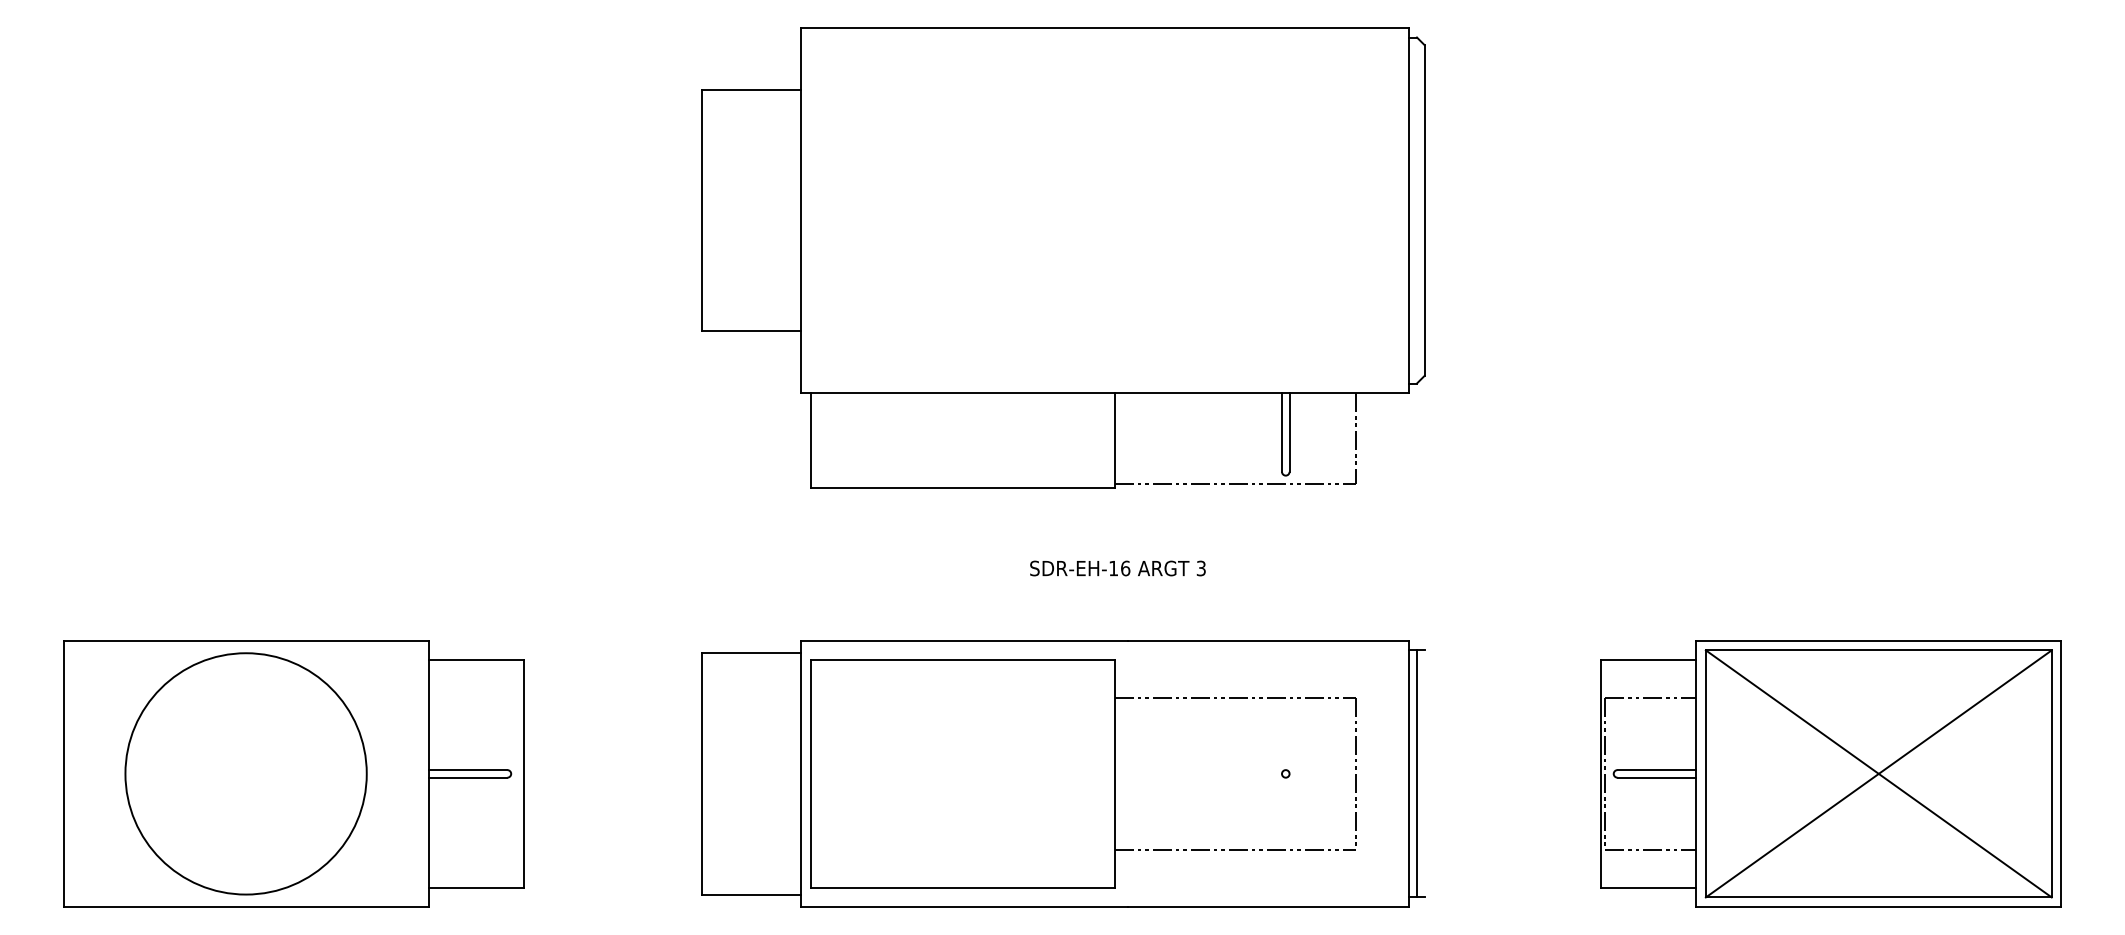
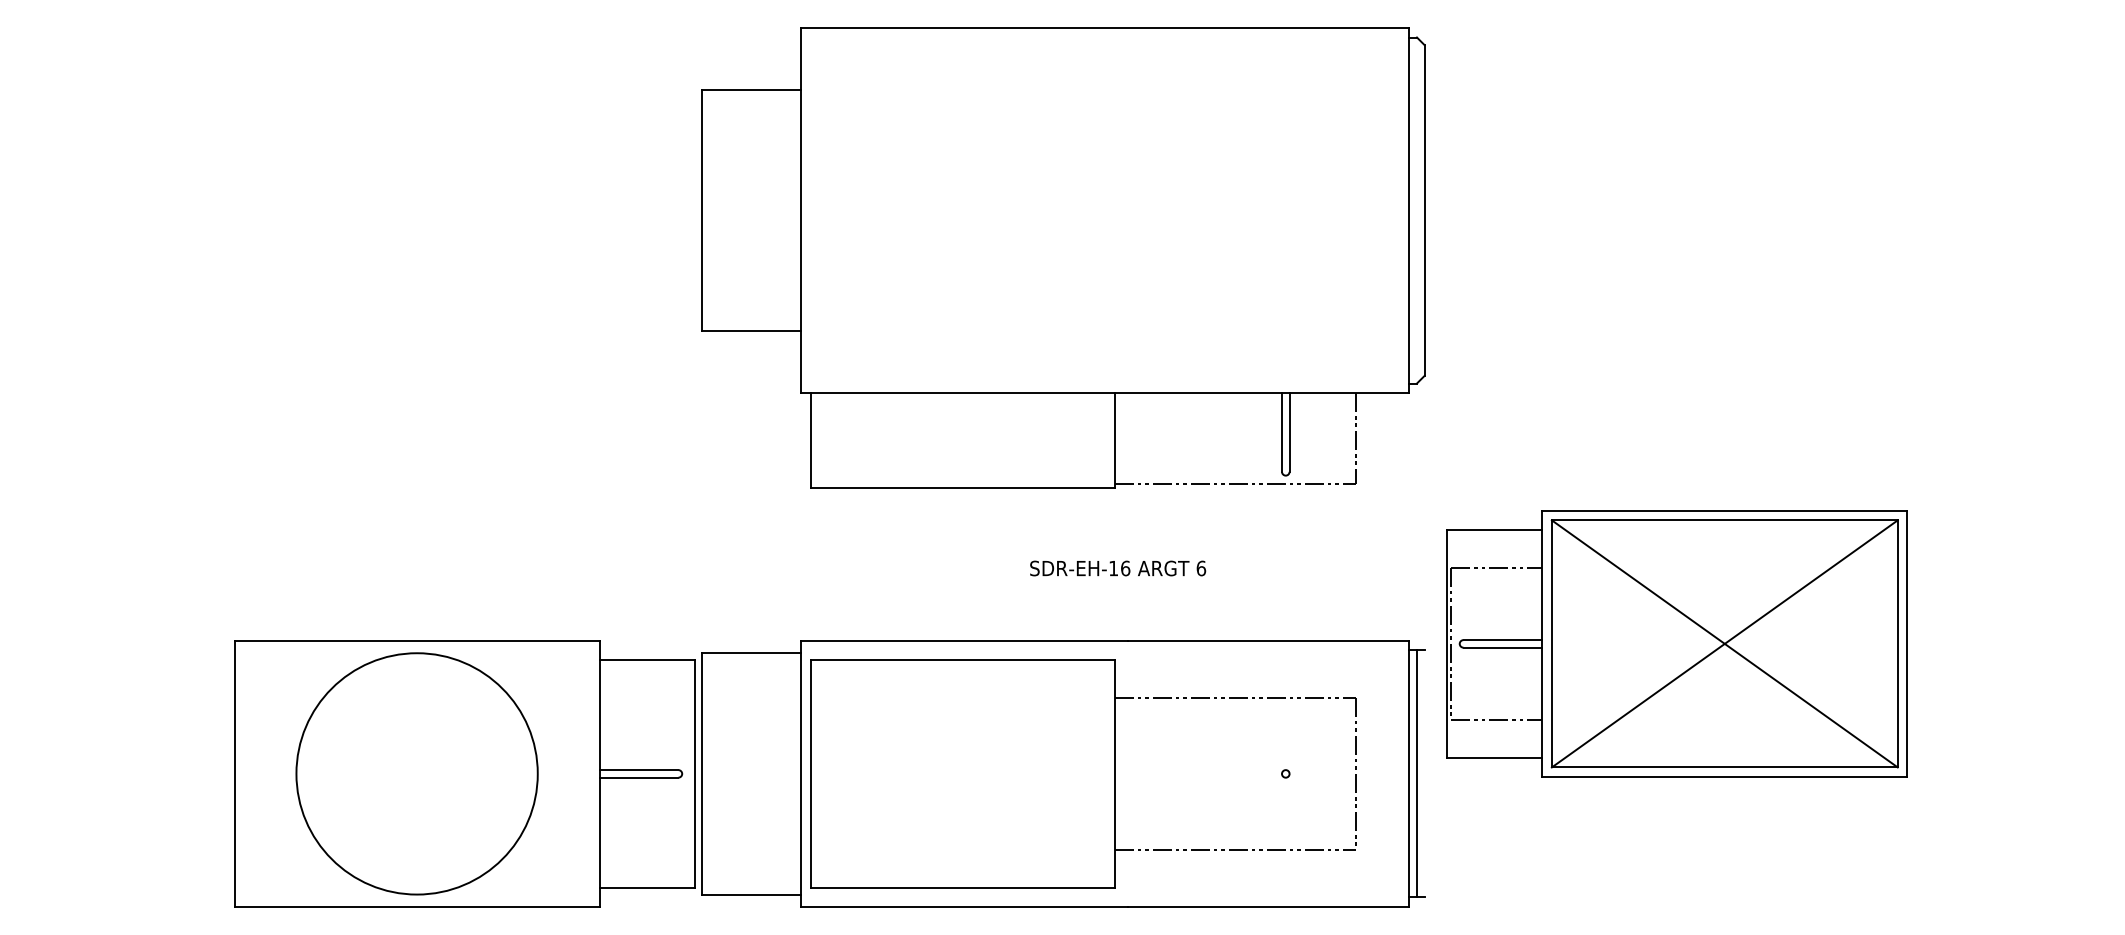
text at (1201, 568): 3 -> 6
part at (293, 773) position: (293, 773) -> (464, 773)
part at (1830, 773) position: (1830, 773) -> (1676, 643)
